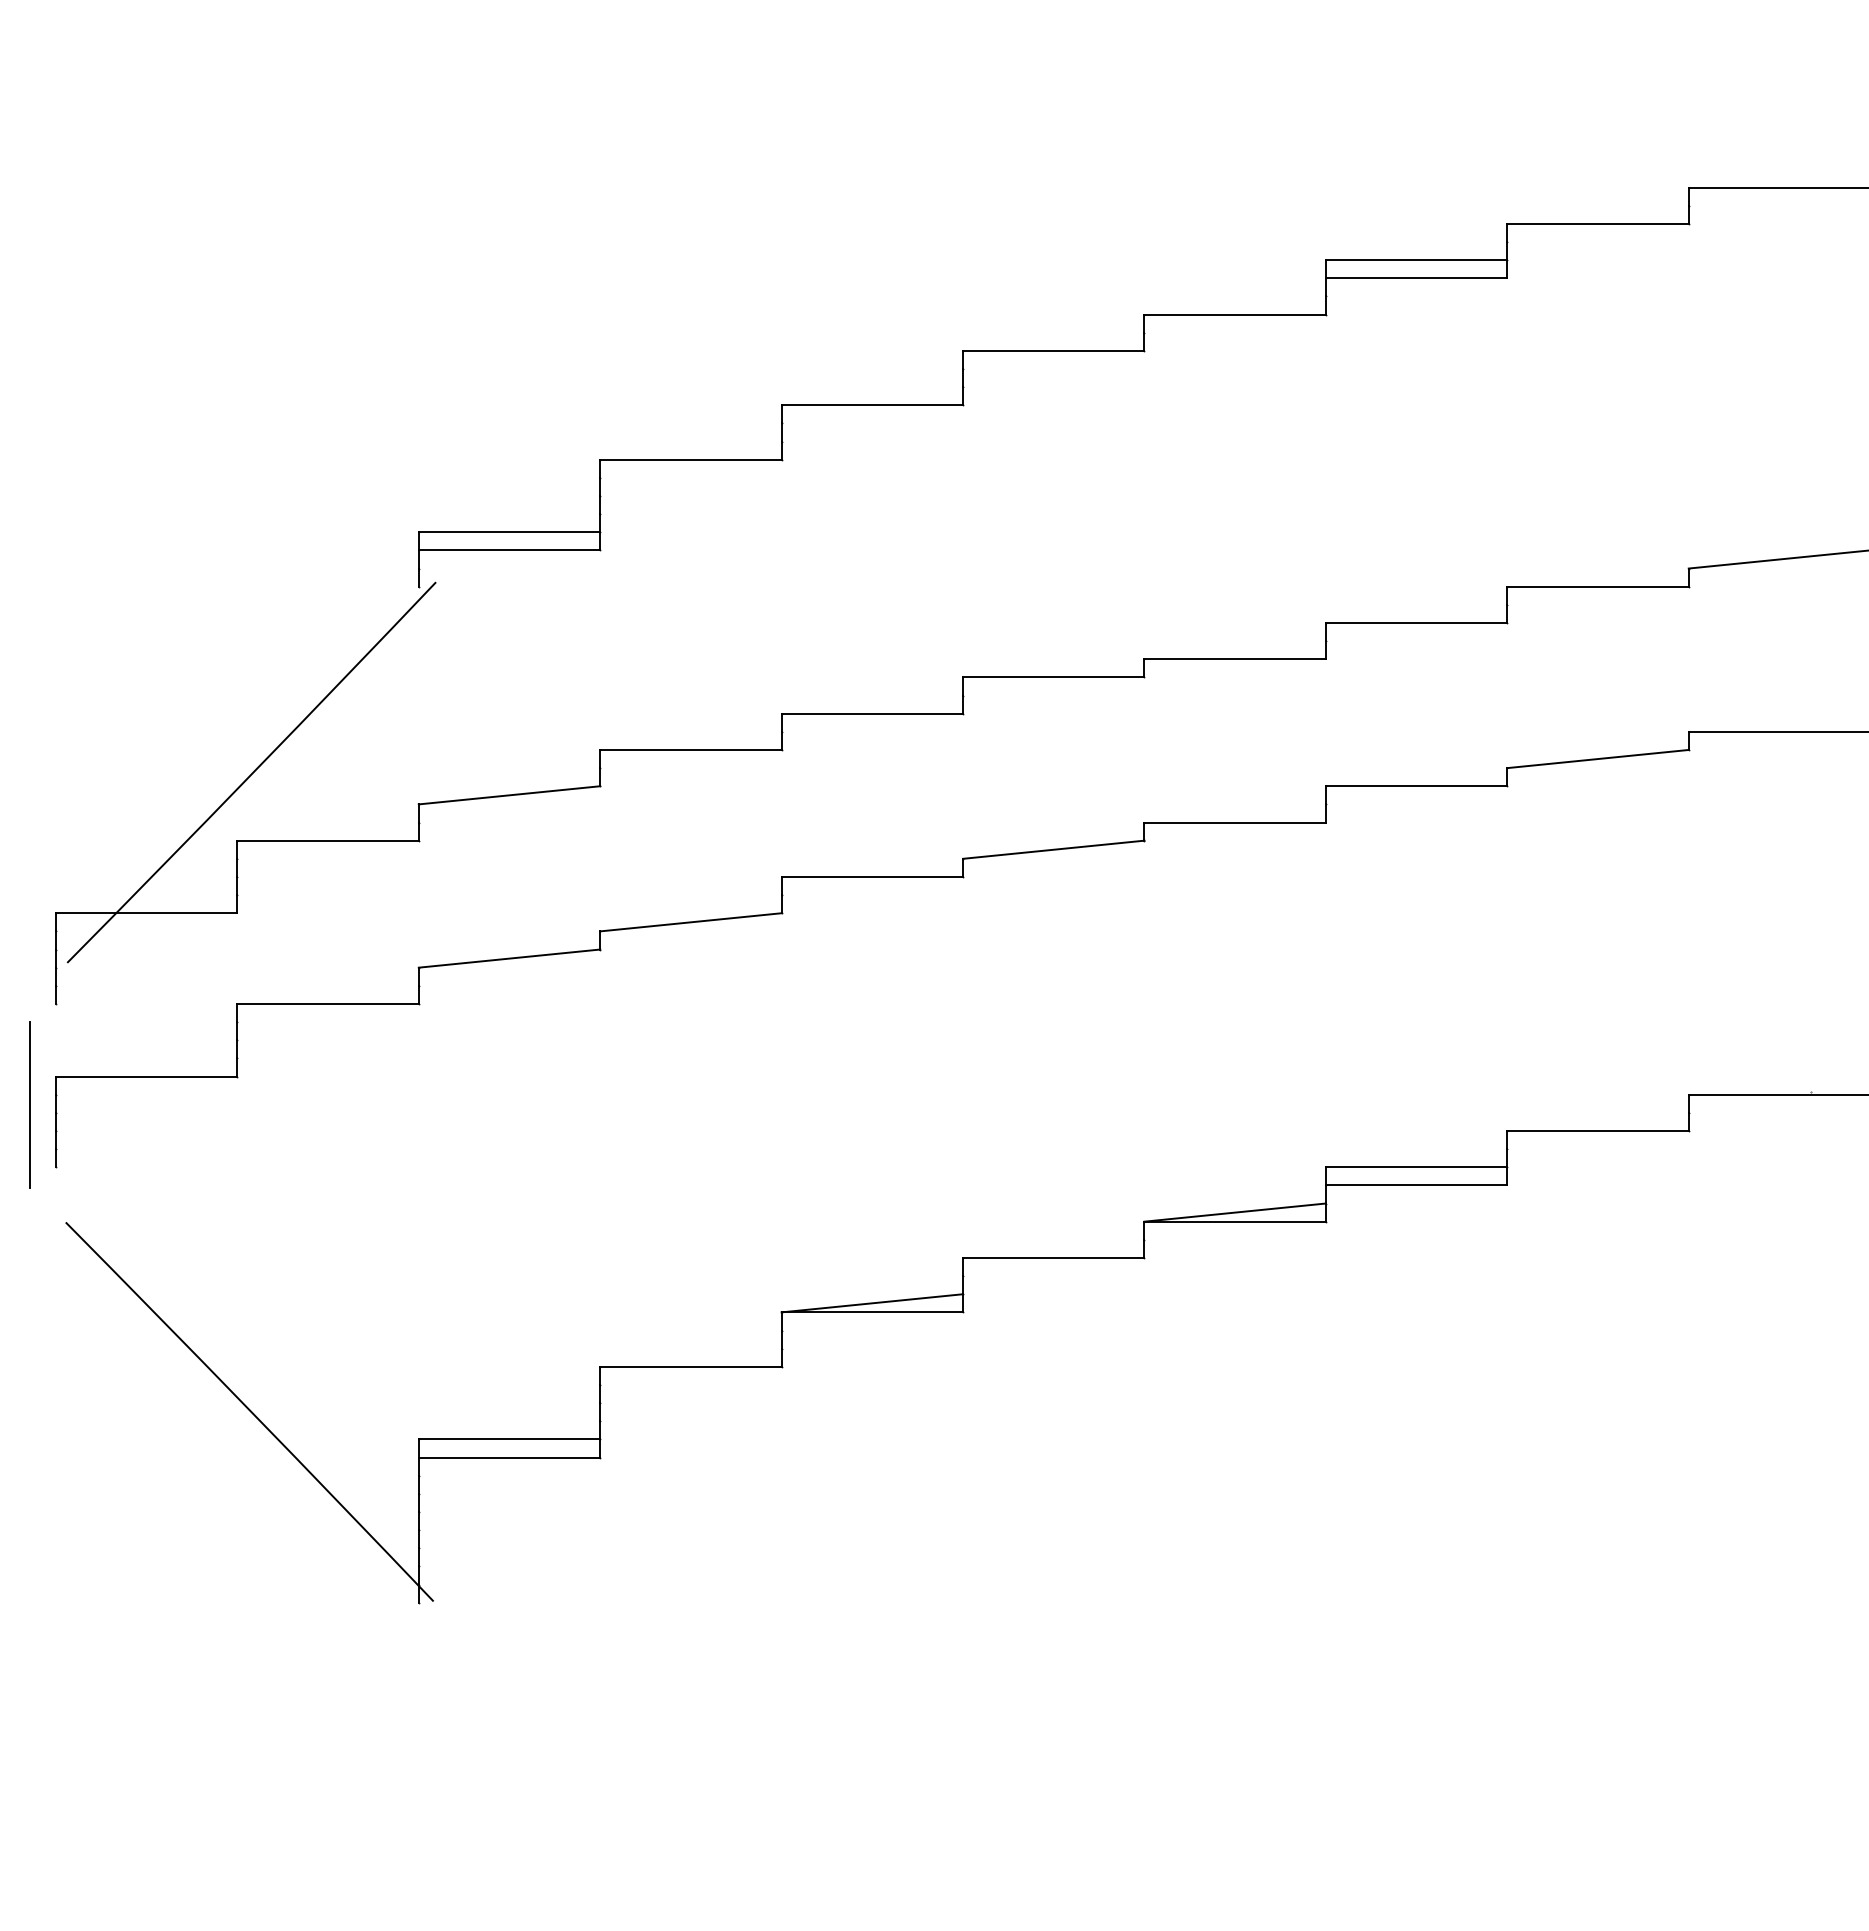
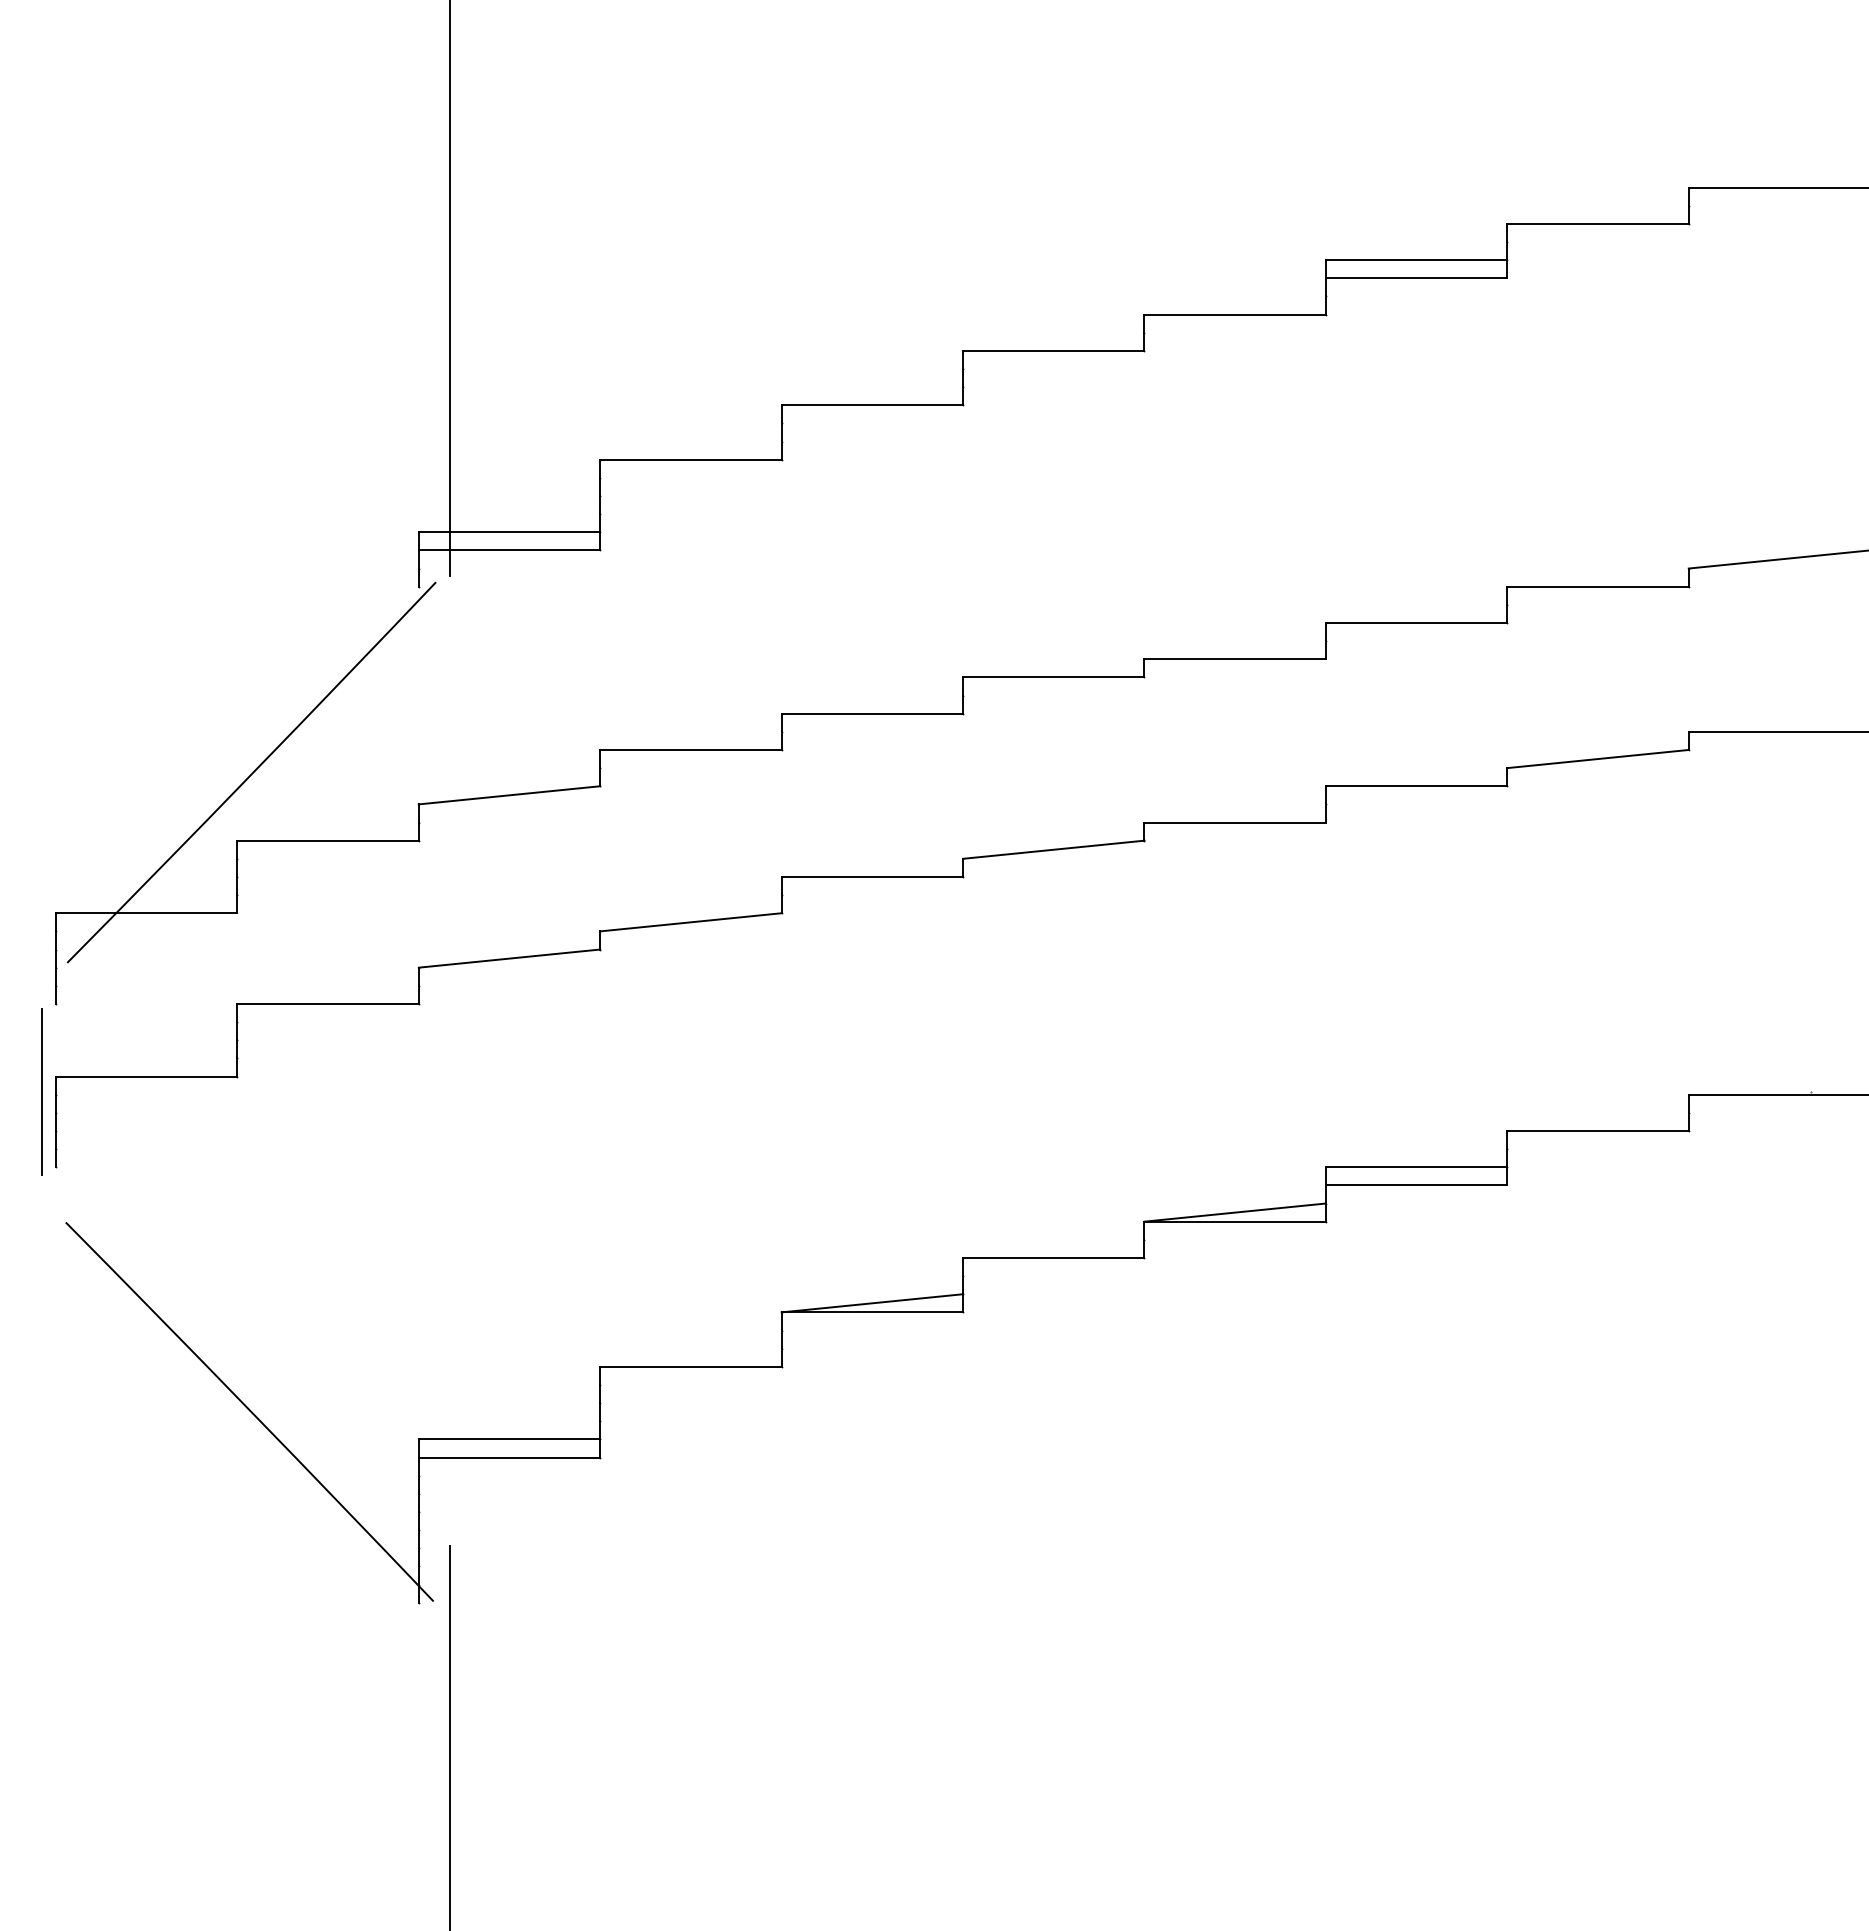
line at (450, 288): none -> present
line at (29, 1104) position: (29, 1104) -> (41, 1091)
line at (450, 1736): none -> present
